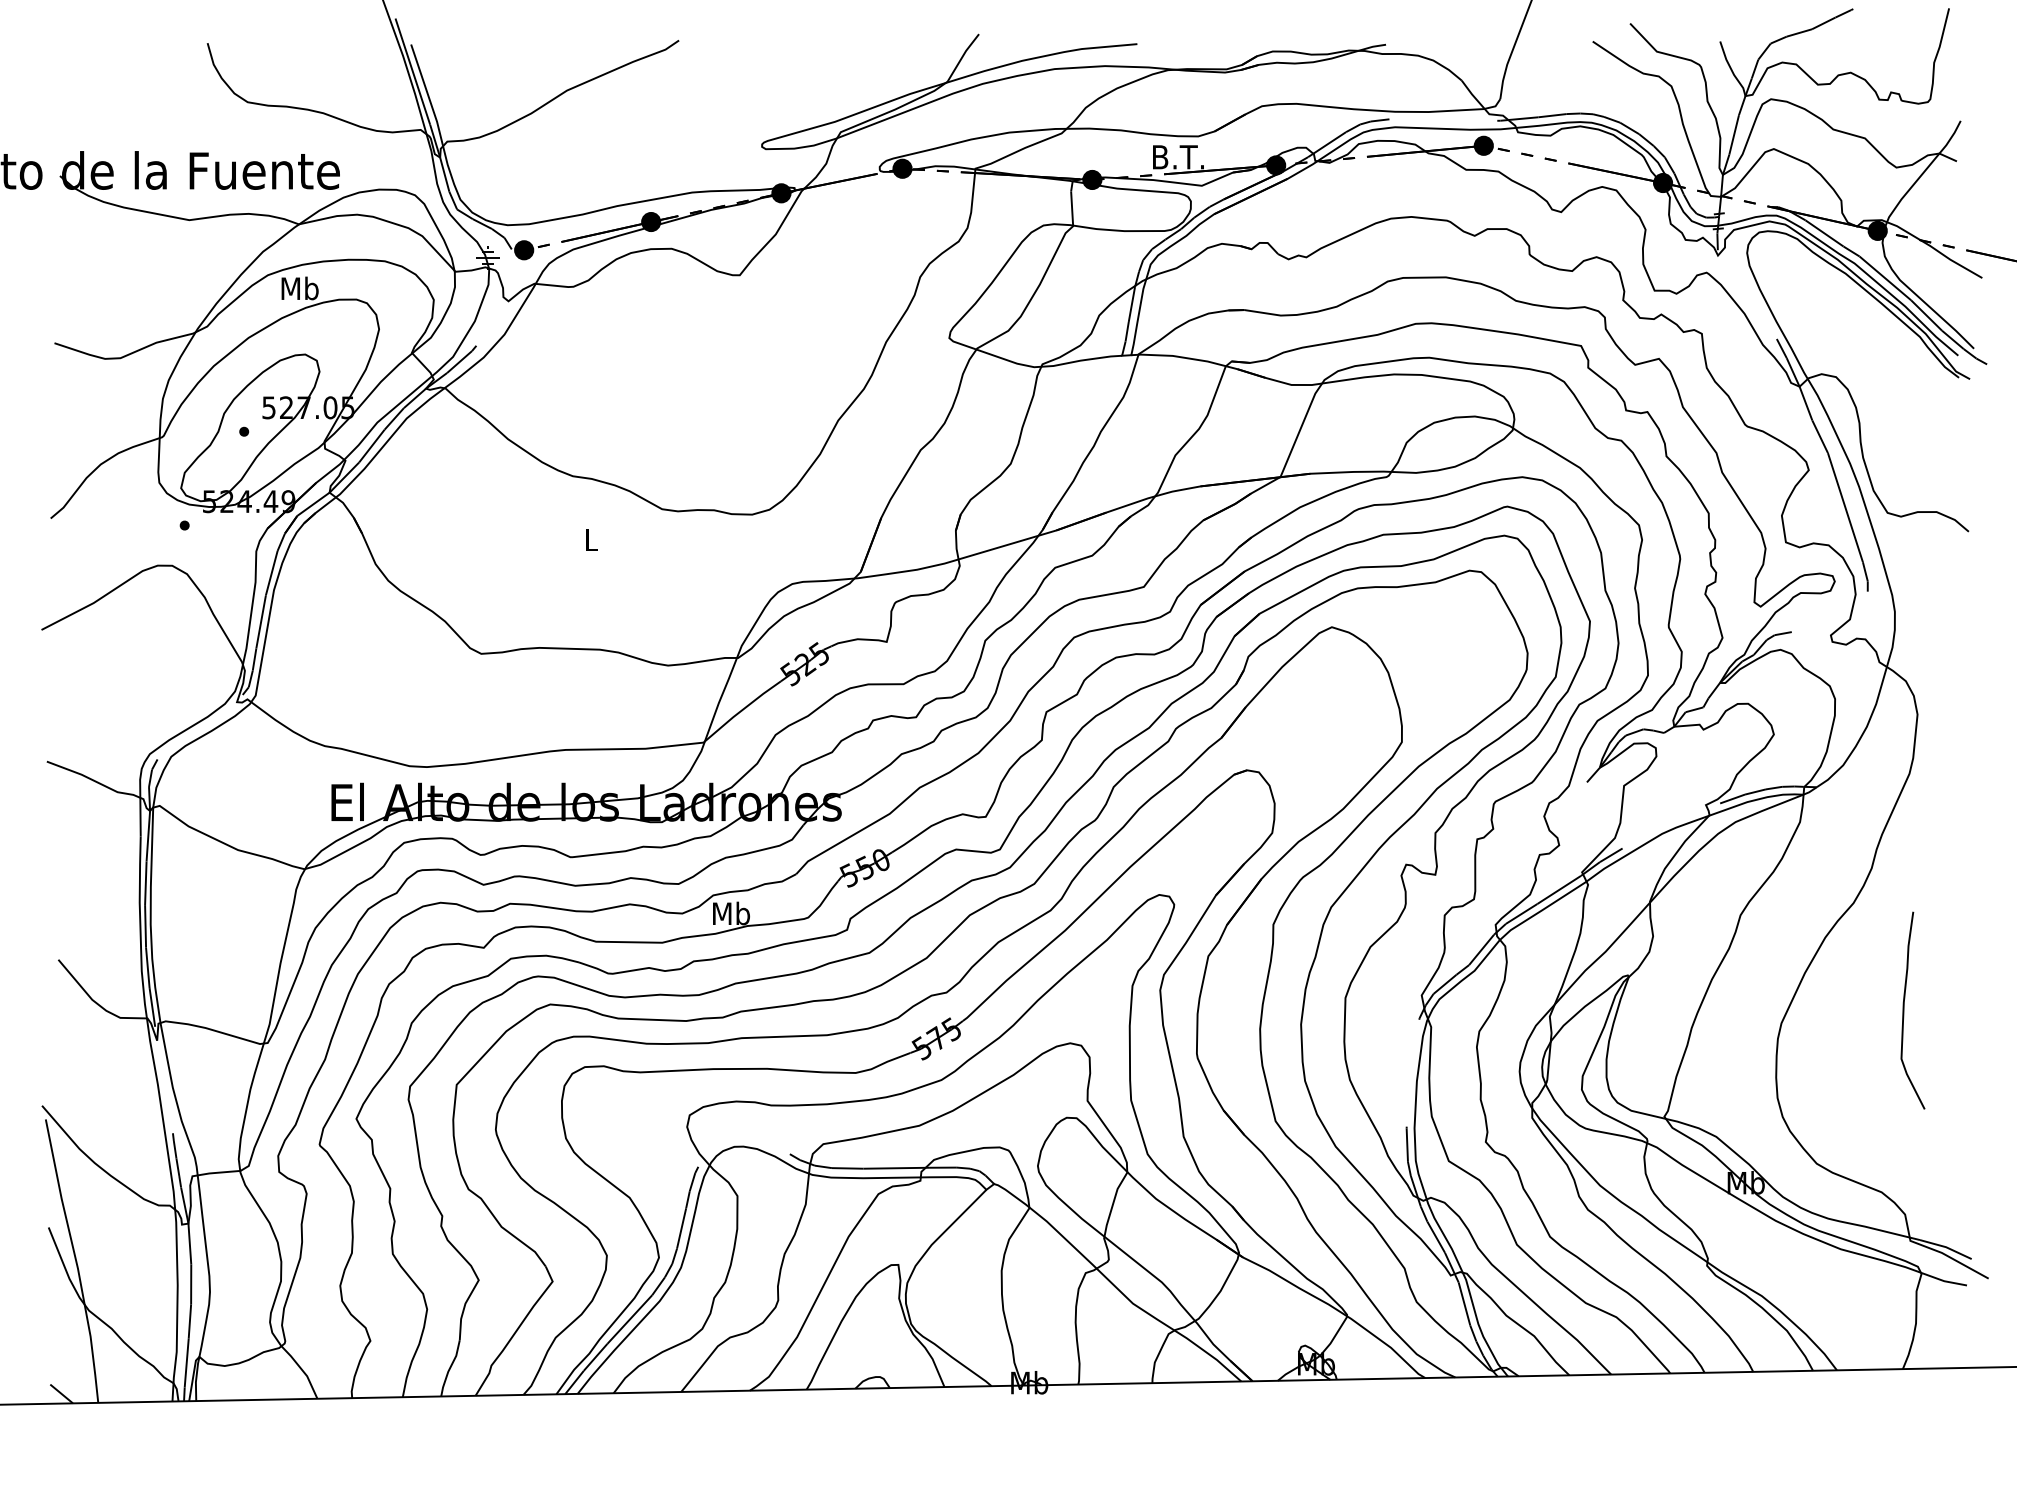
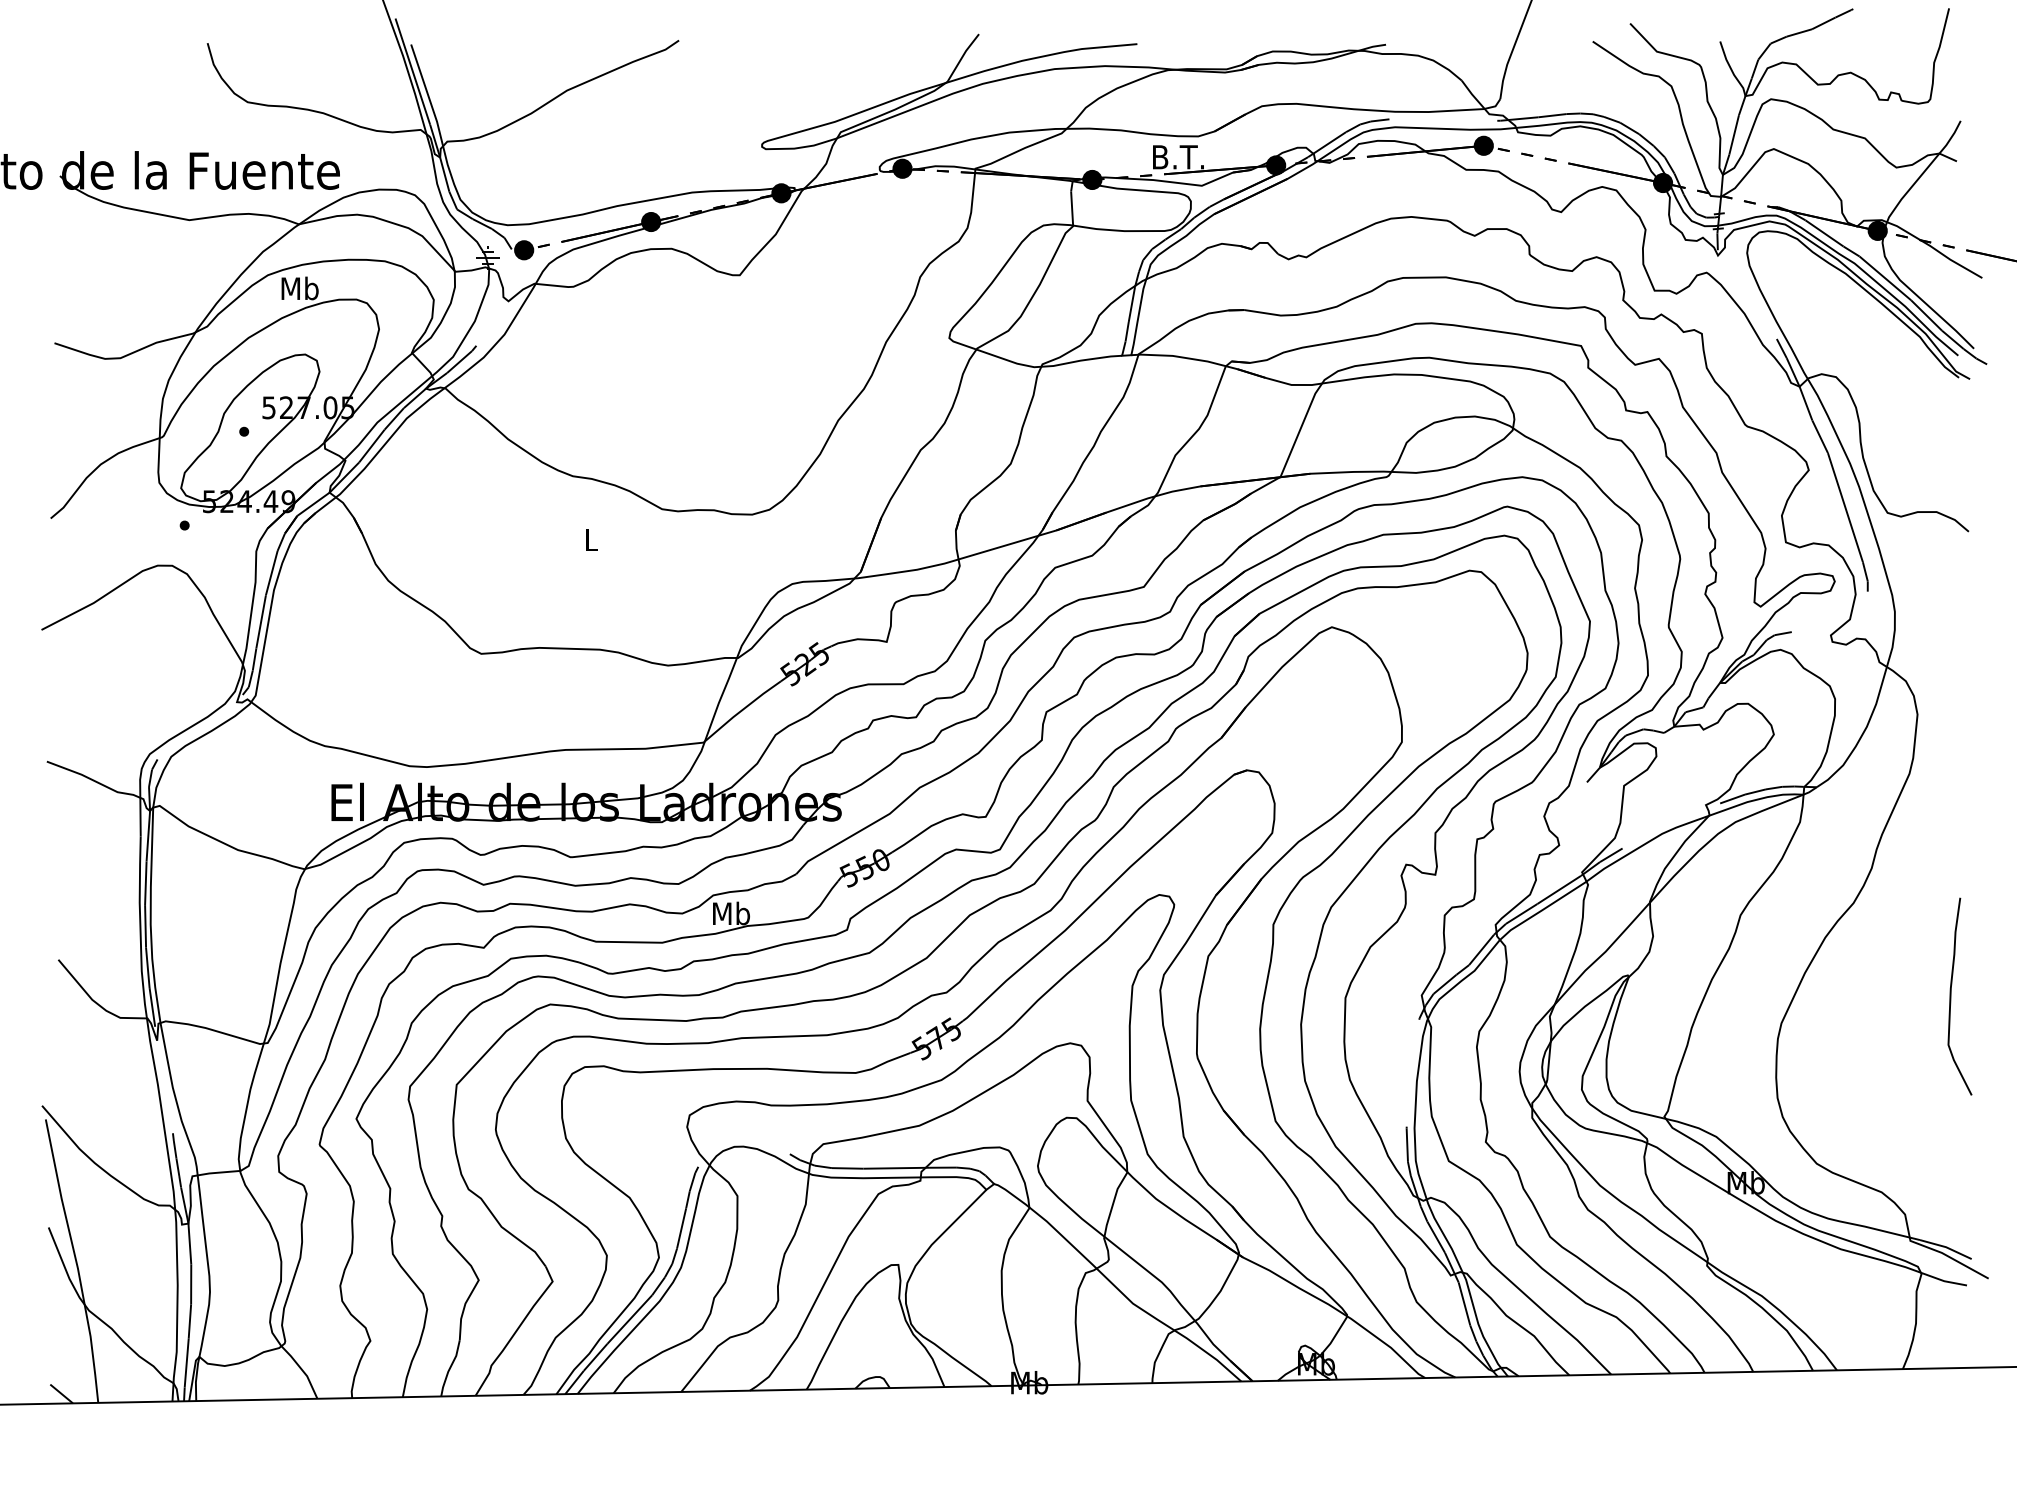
curve at (1904, 1010) position: (1904, 1010) -> (1951, 996)
